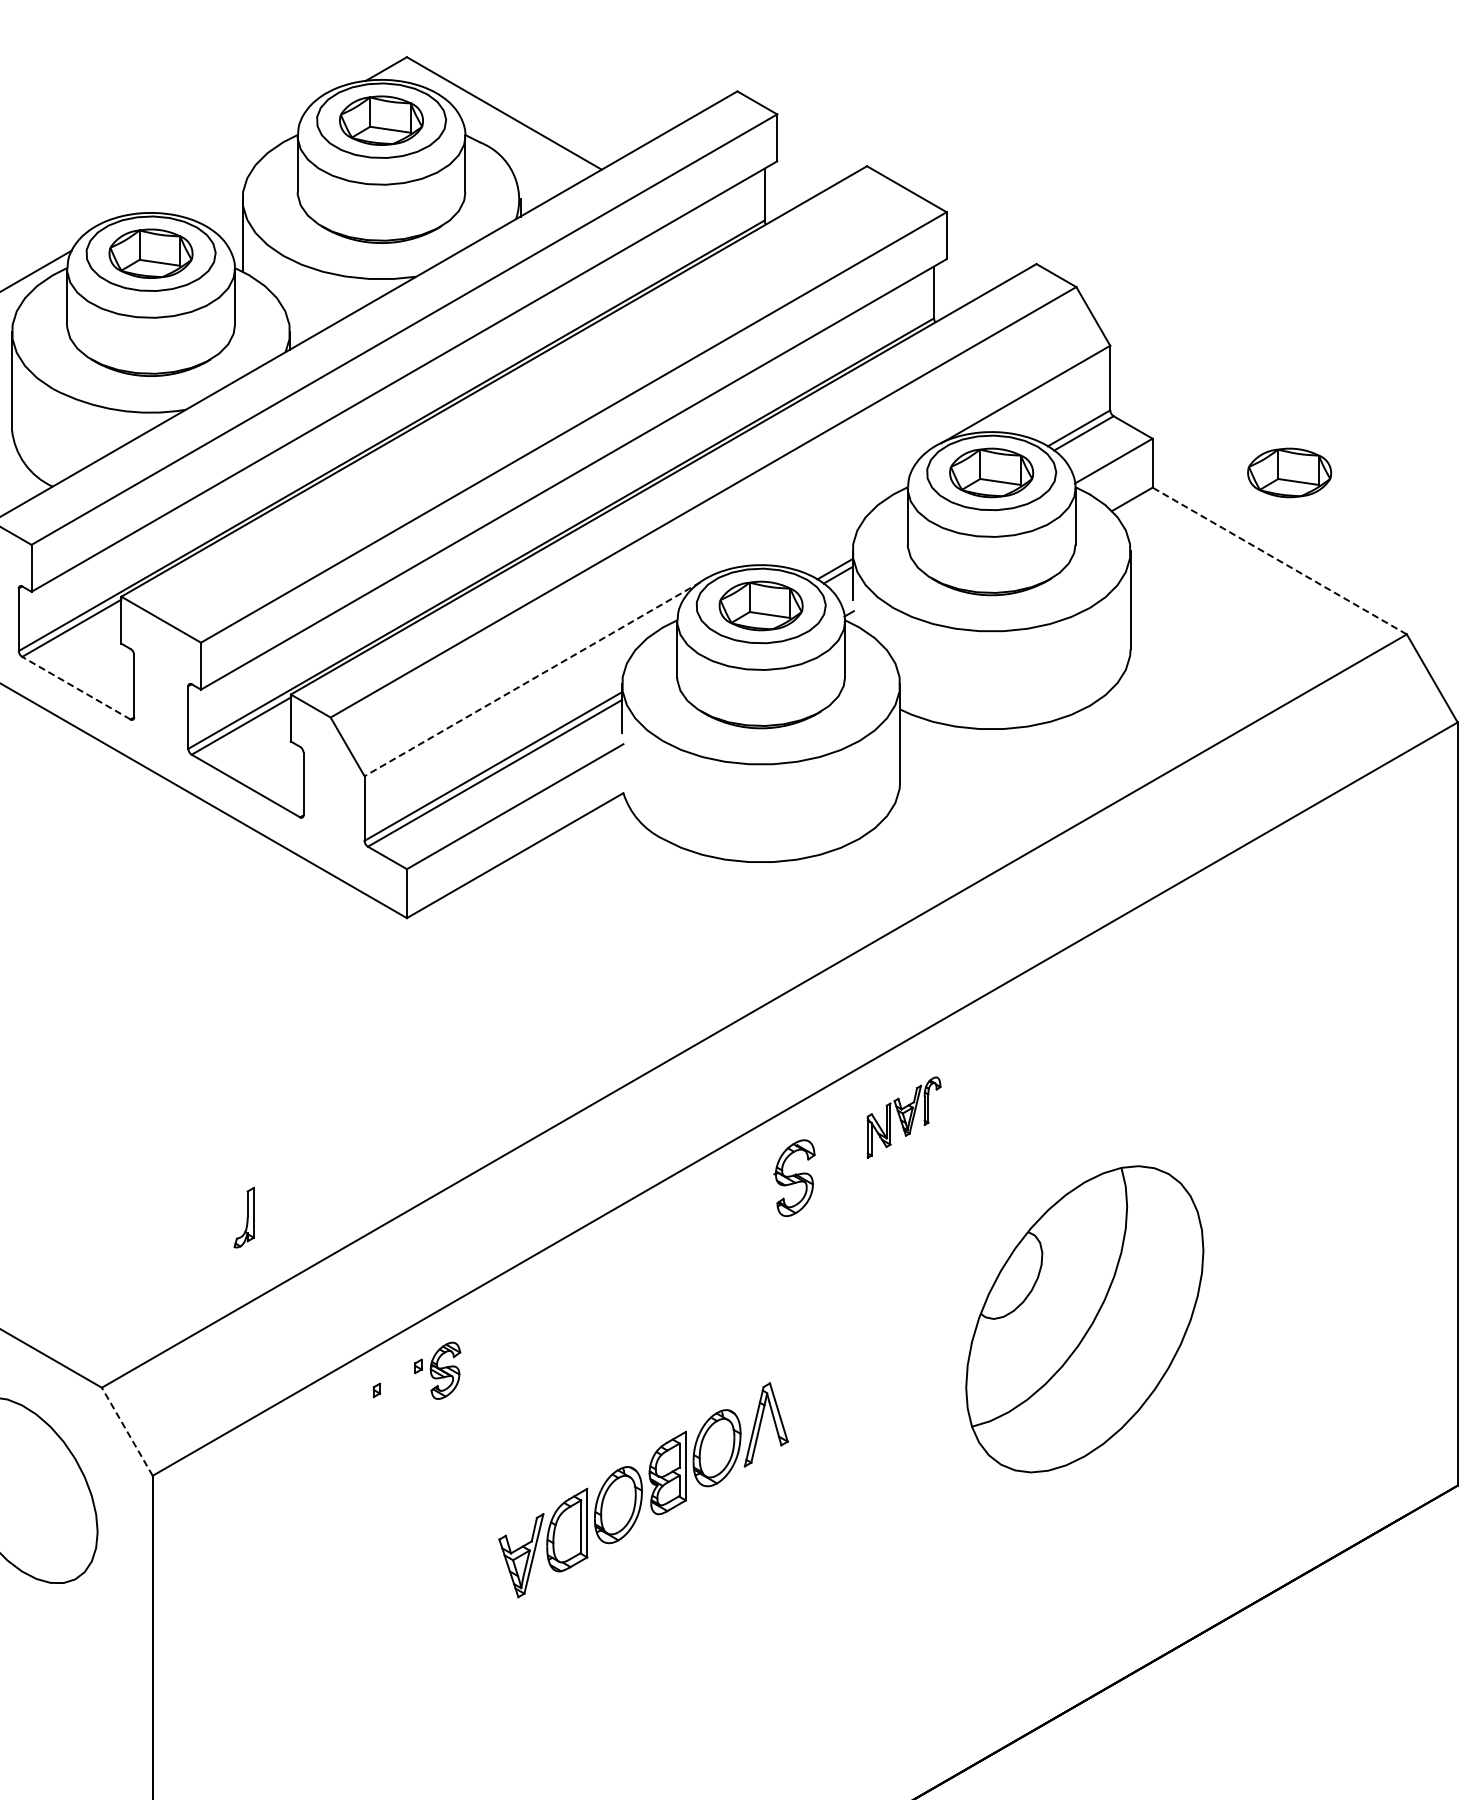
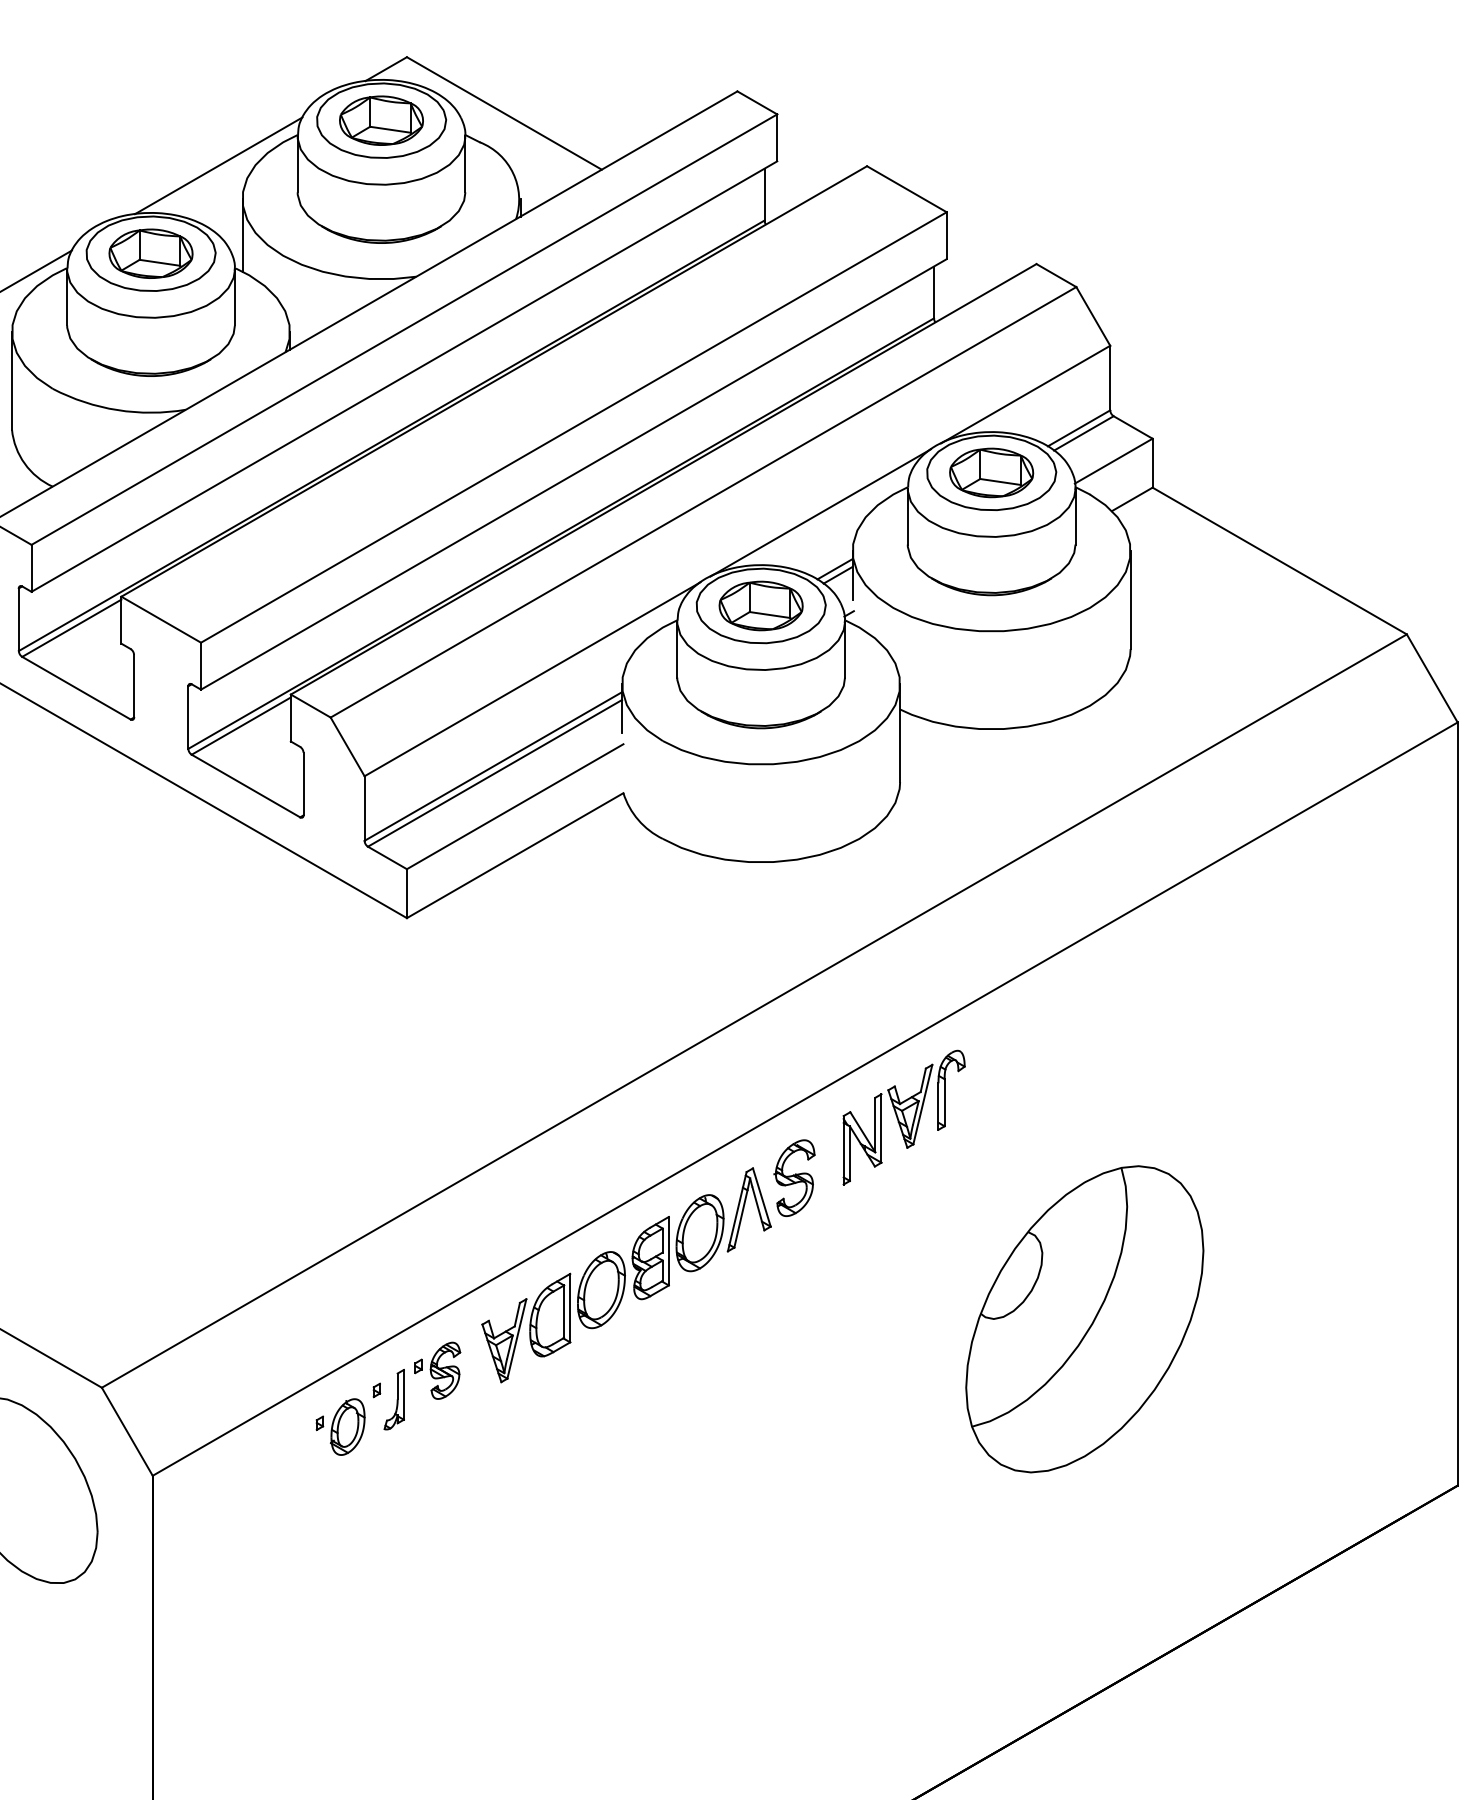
line at (218, 165): none -> present
part at (1289, 472): present -> none
line at (820, 512): none -> present
line at (1279, 561): dashed -> solid
line at (532, 679): dashed -> solid
line at (76, 688): dashed -> solid
part at (903, 1117) size: 76x83 px -> 124x137 px
part at (243, 1217) position: (243, 1217) -> (393, 1399)
part at (340, 1426): none -> present
line at (127, 1431): dashed -> solid
part at (643, 1490) position: (643, 1490) -> (626, 1275)
